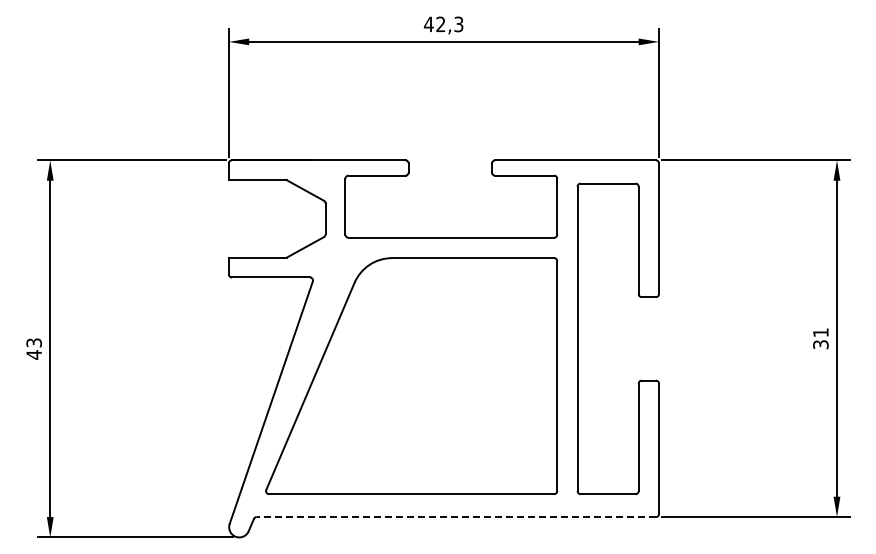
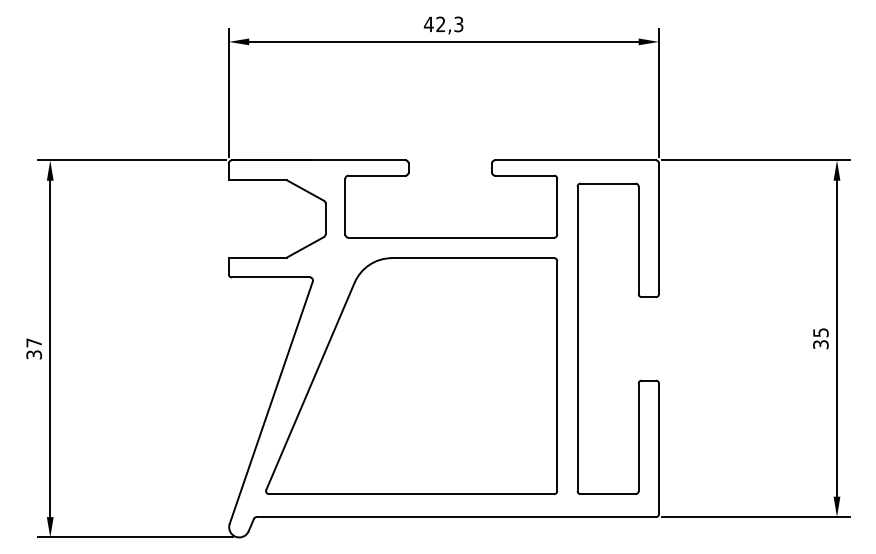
text at (820, 332): 31 -> 35
text at (34, 348): 43 -> 37
line at (456, 517): dashed -> solid
